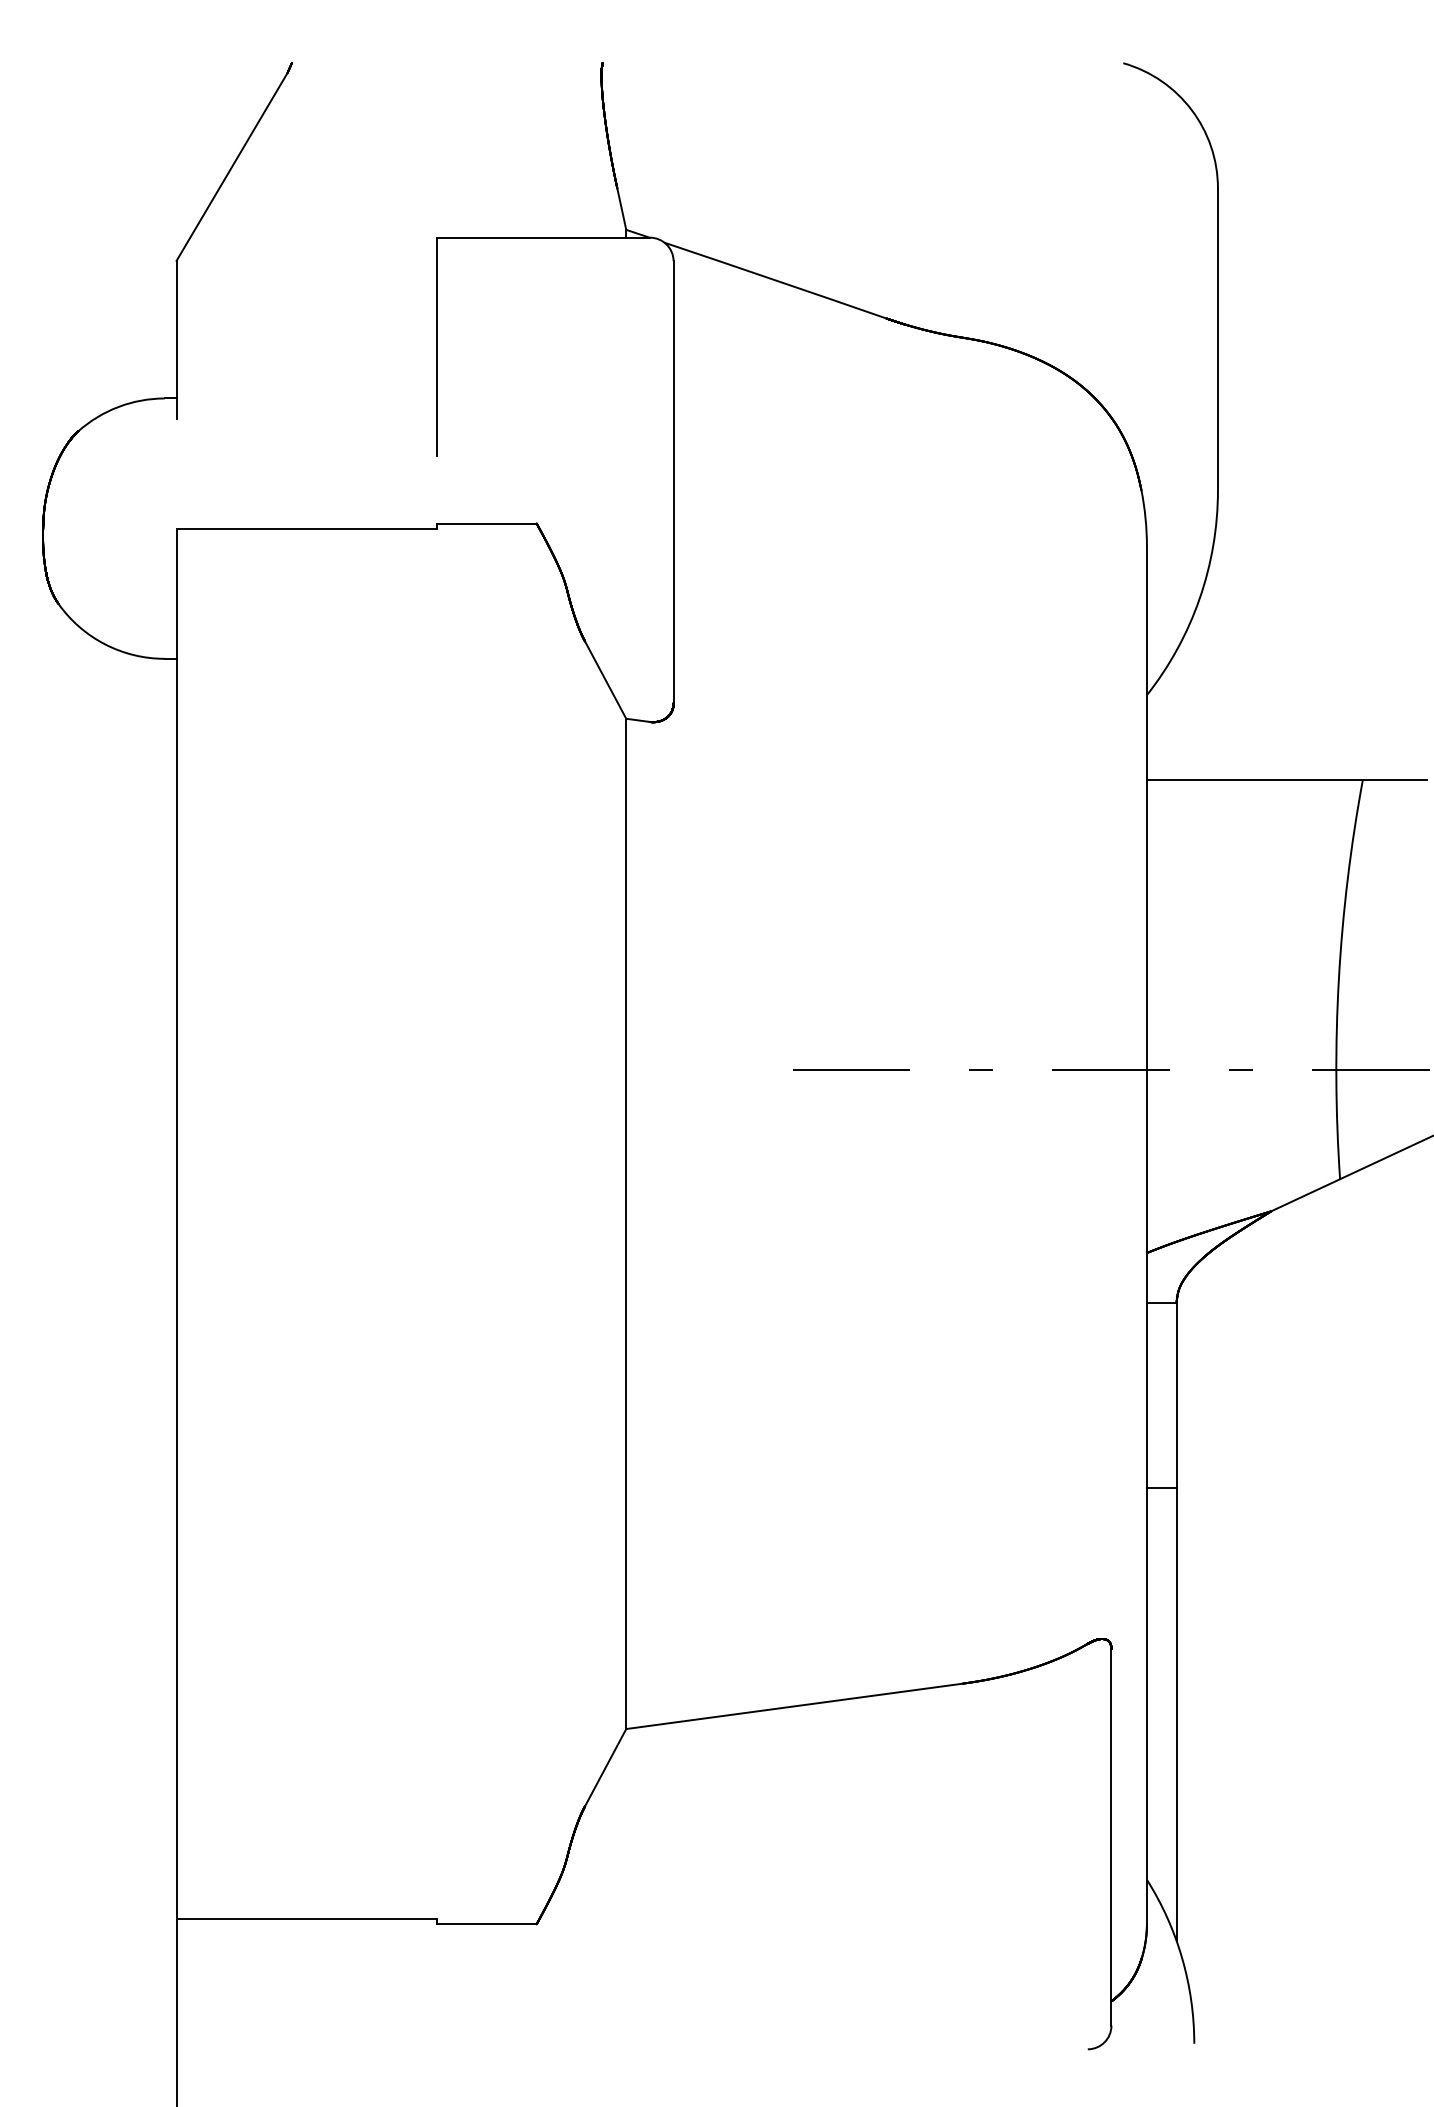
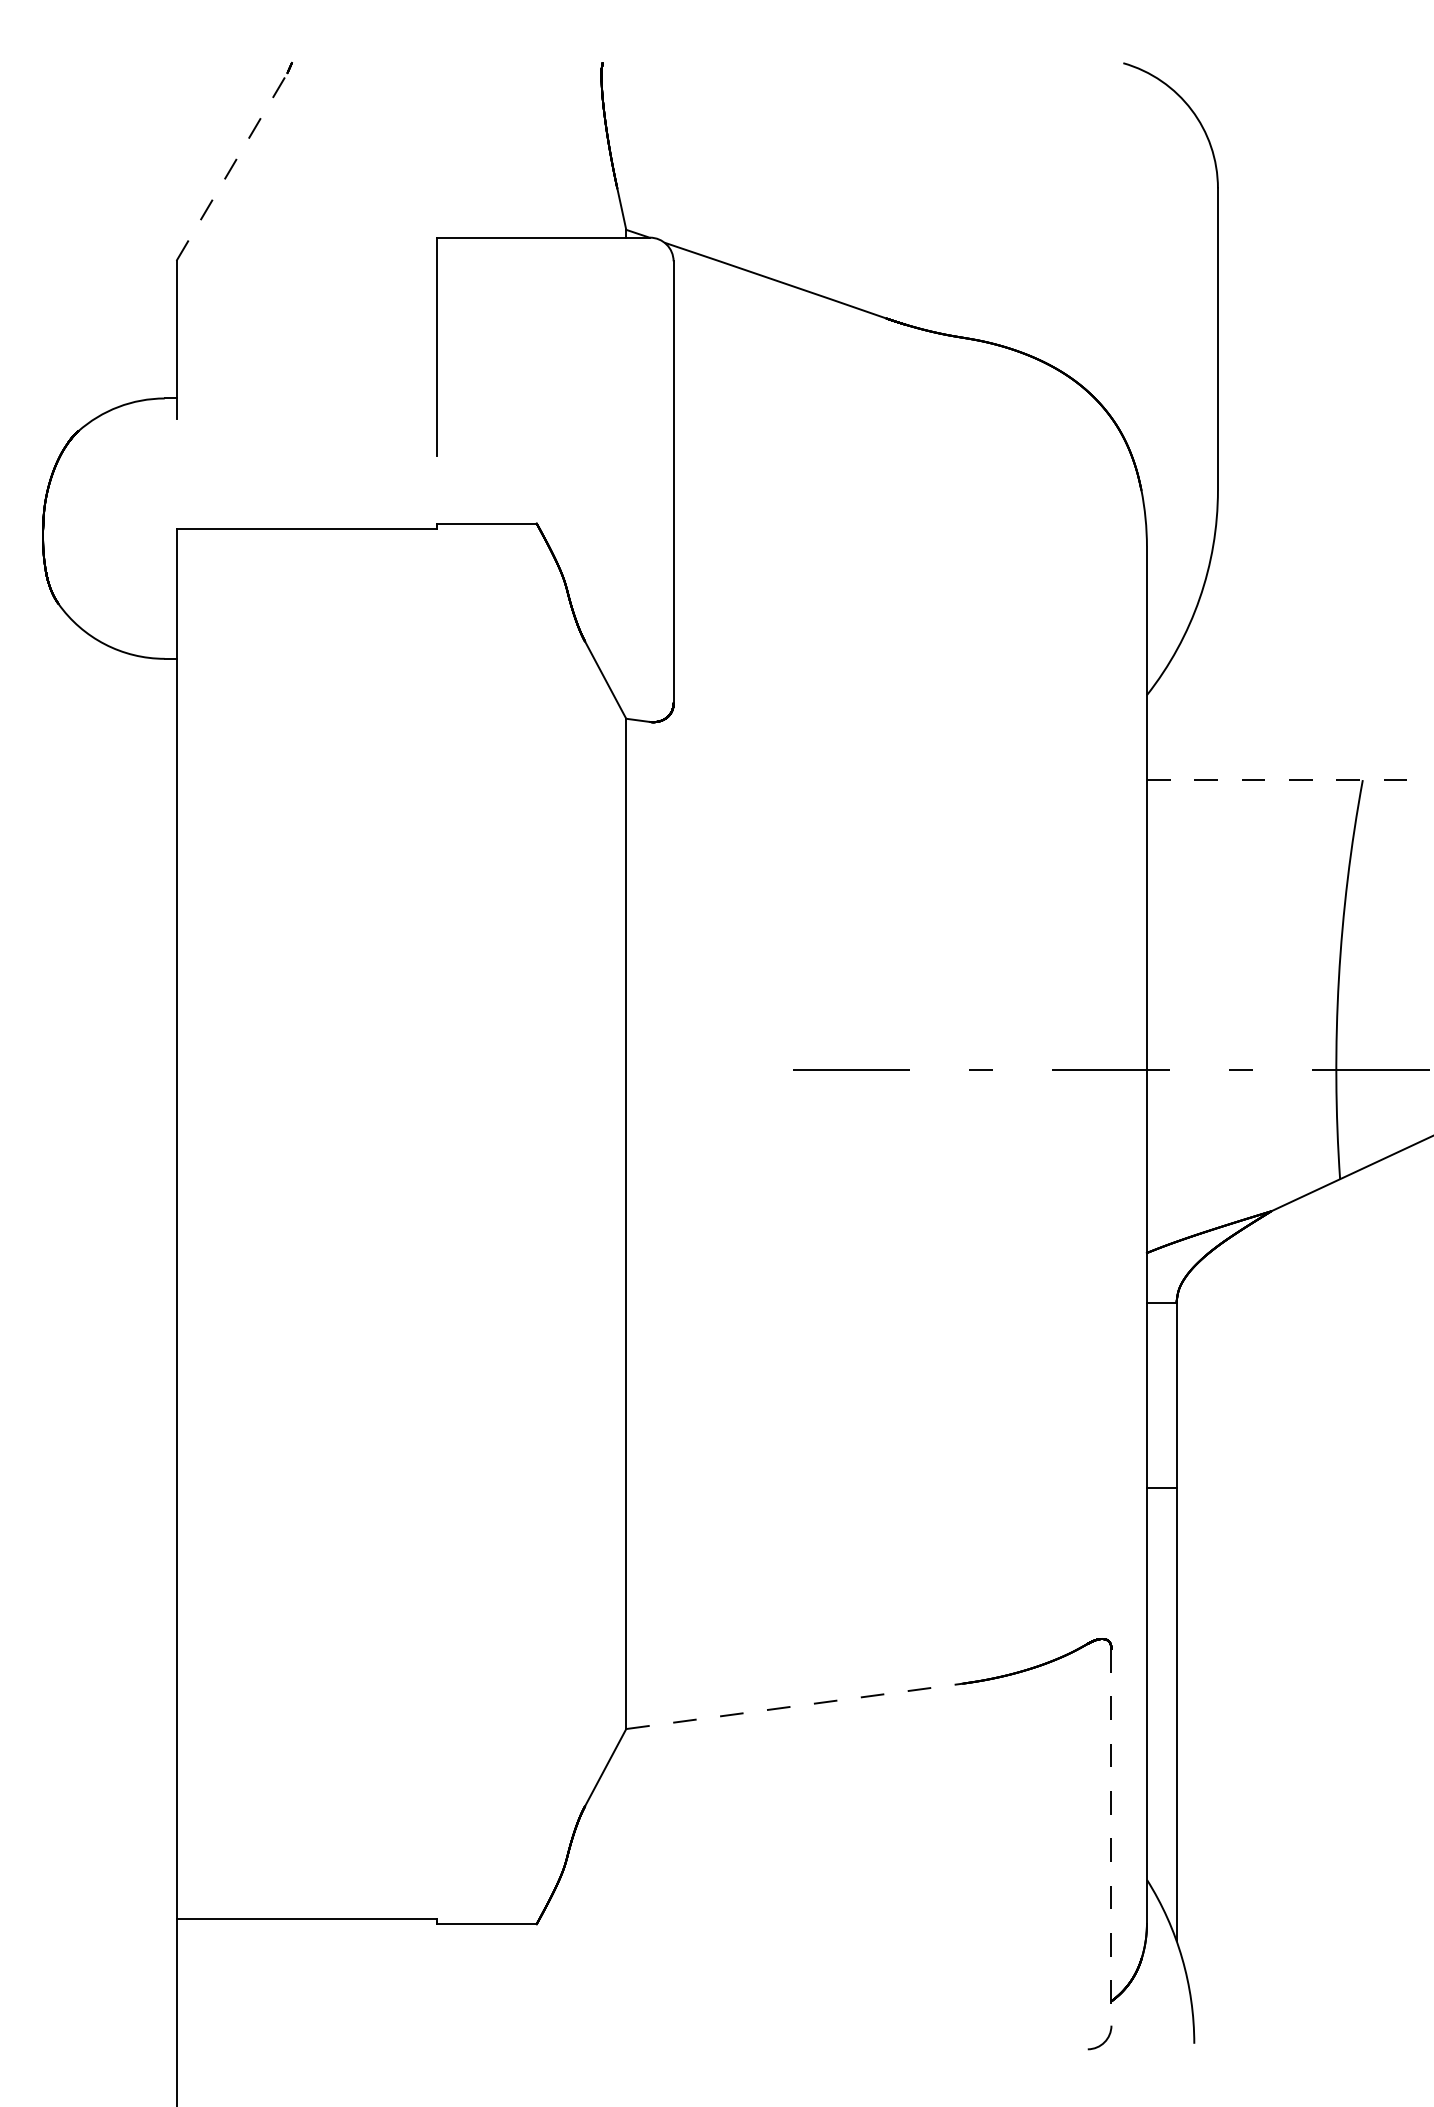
line at (232, 166): solid -> dashed
line at (1287, 780): solid -> dashed
line at (794, 1706): solid -> dashed
line at (1111, 1837): solid -> dashed
